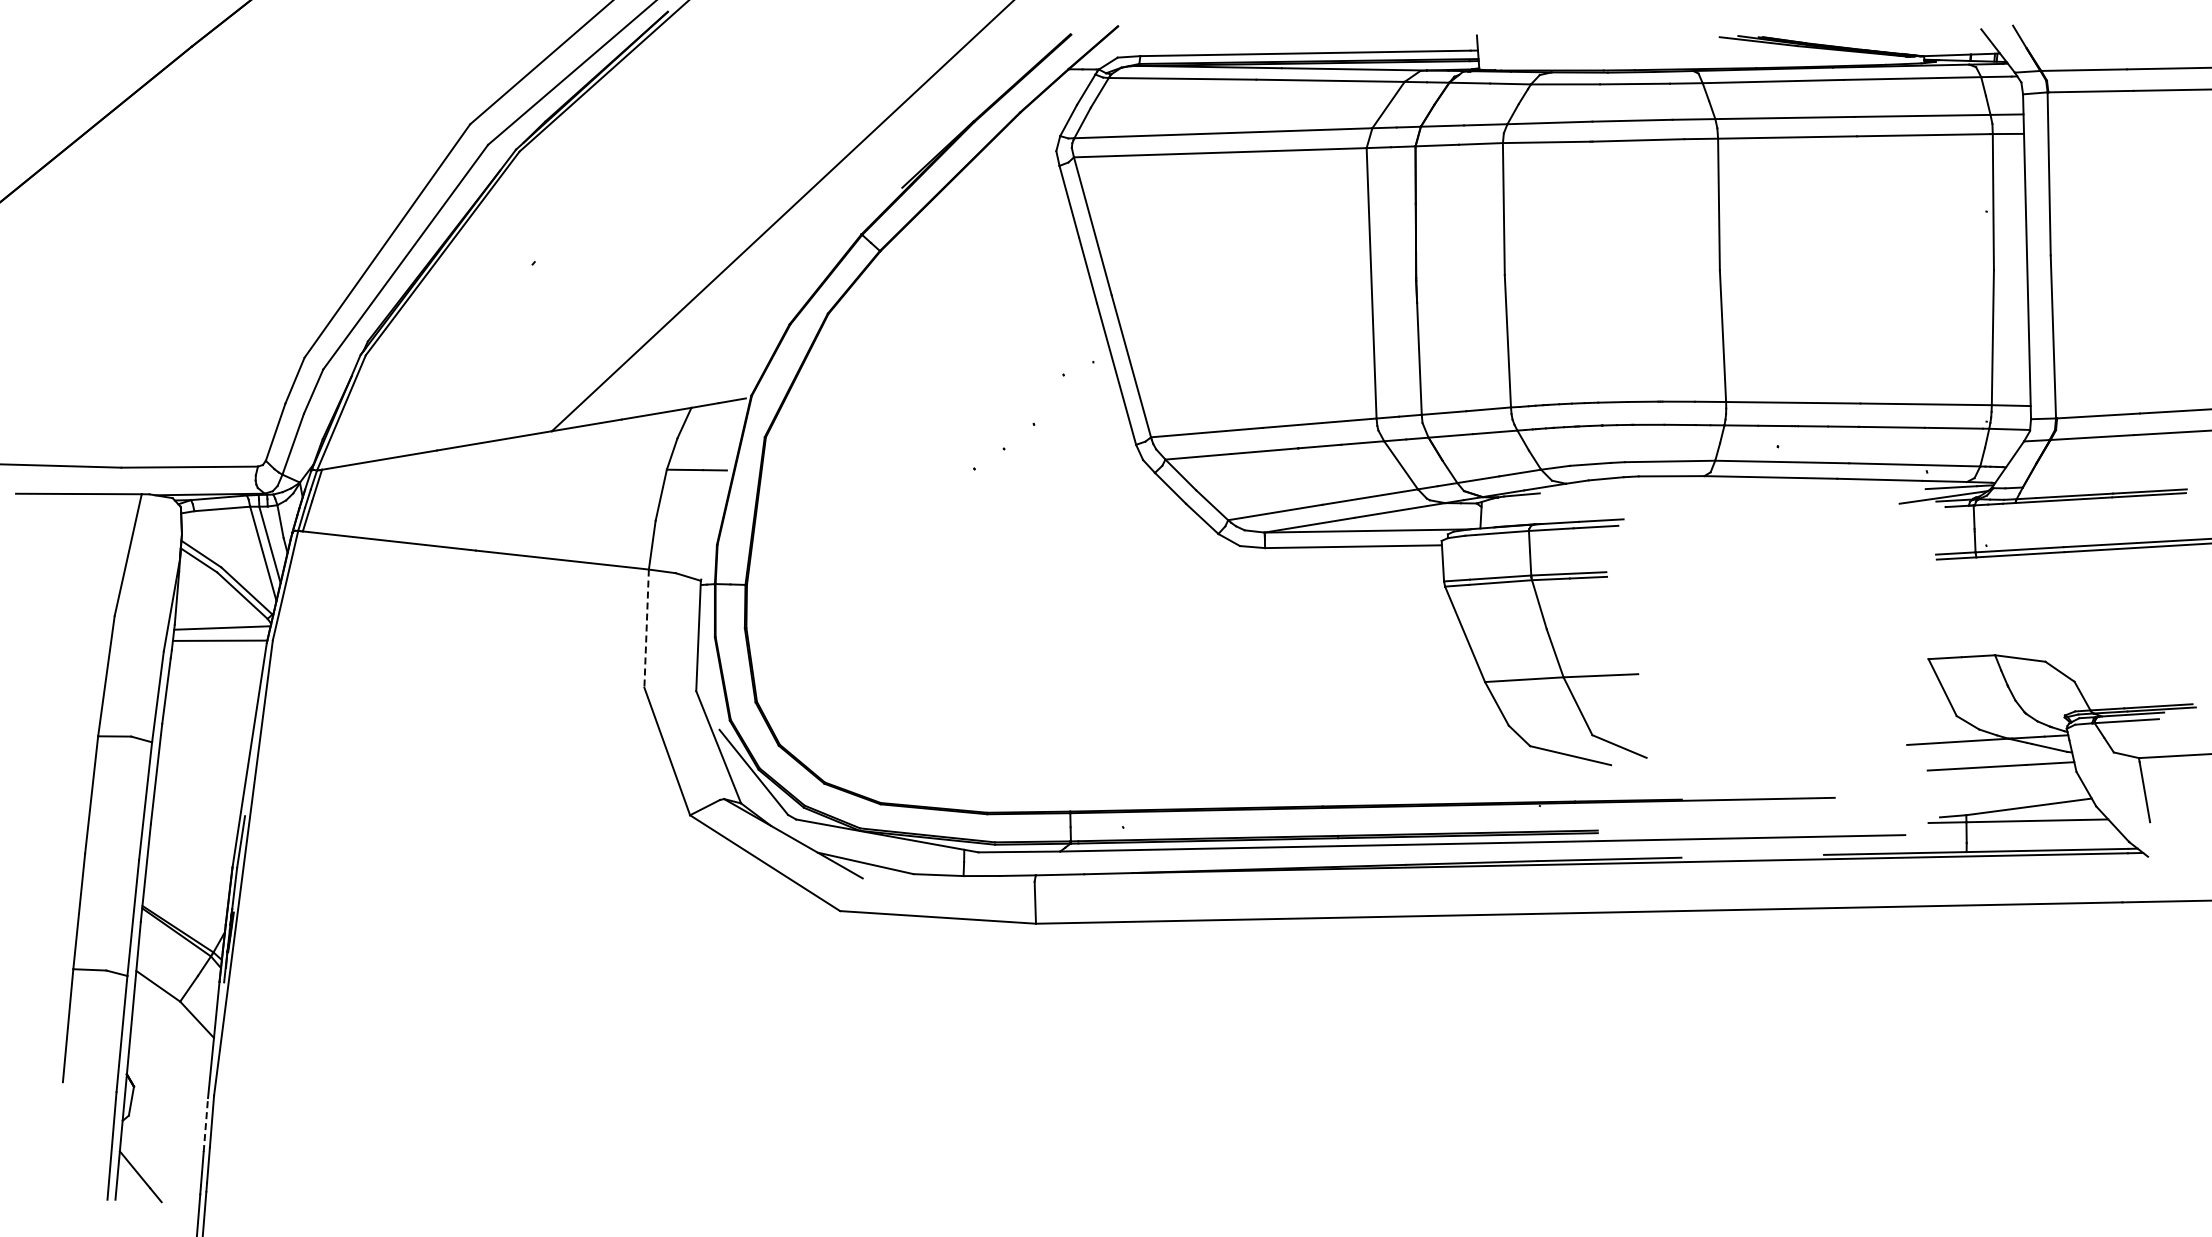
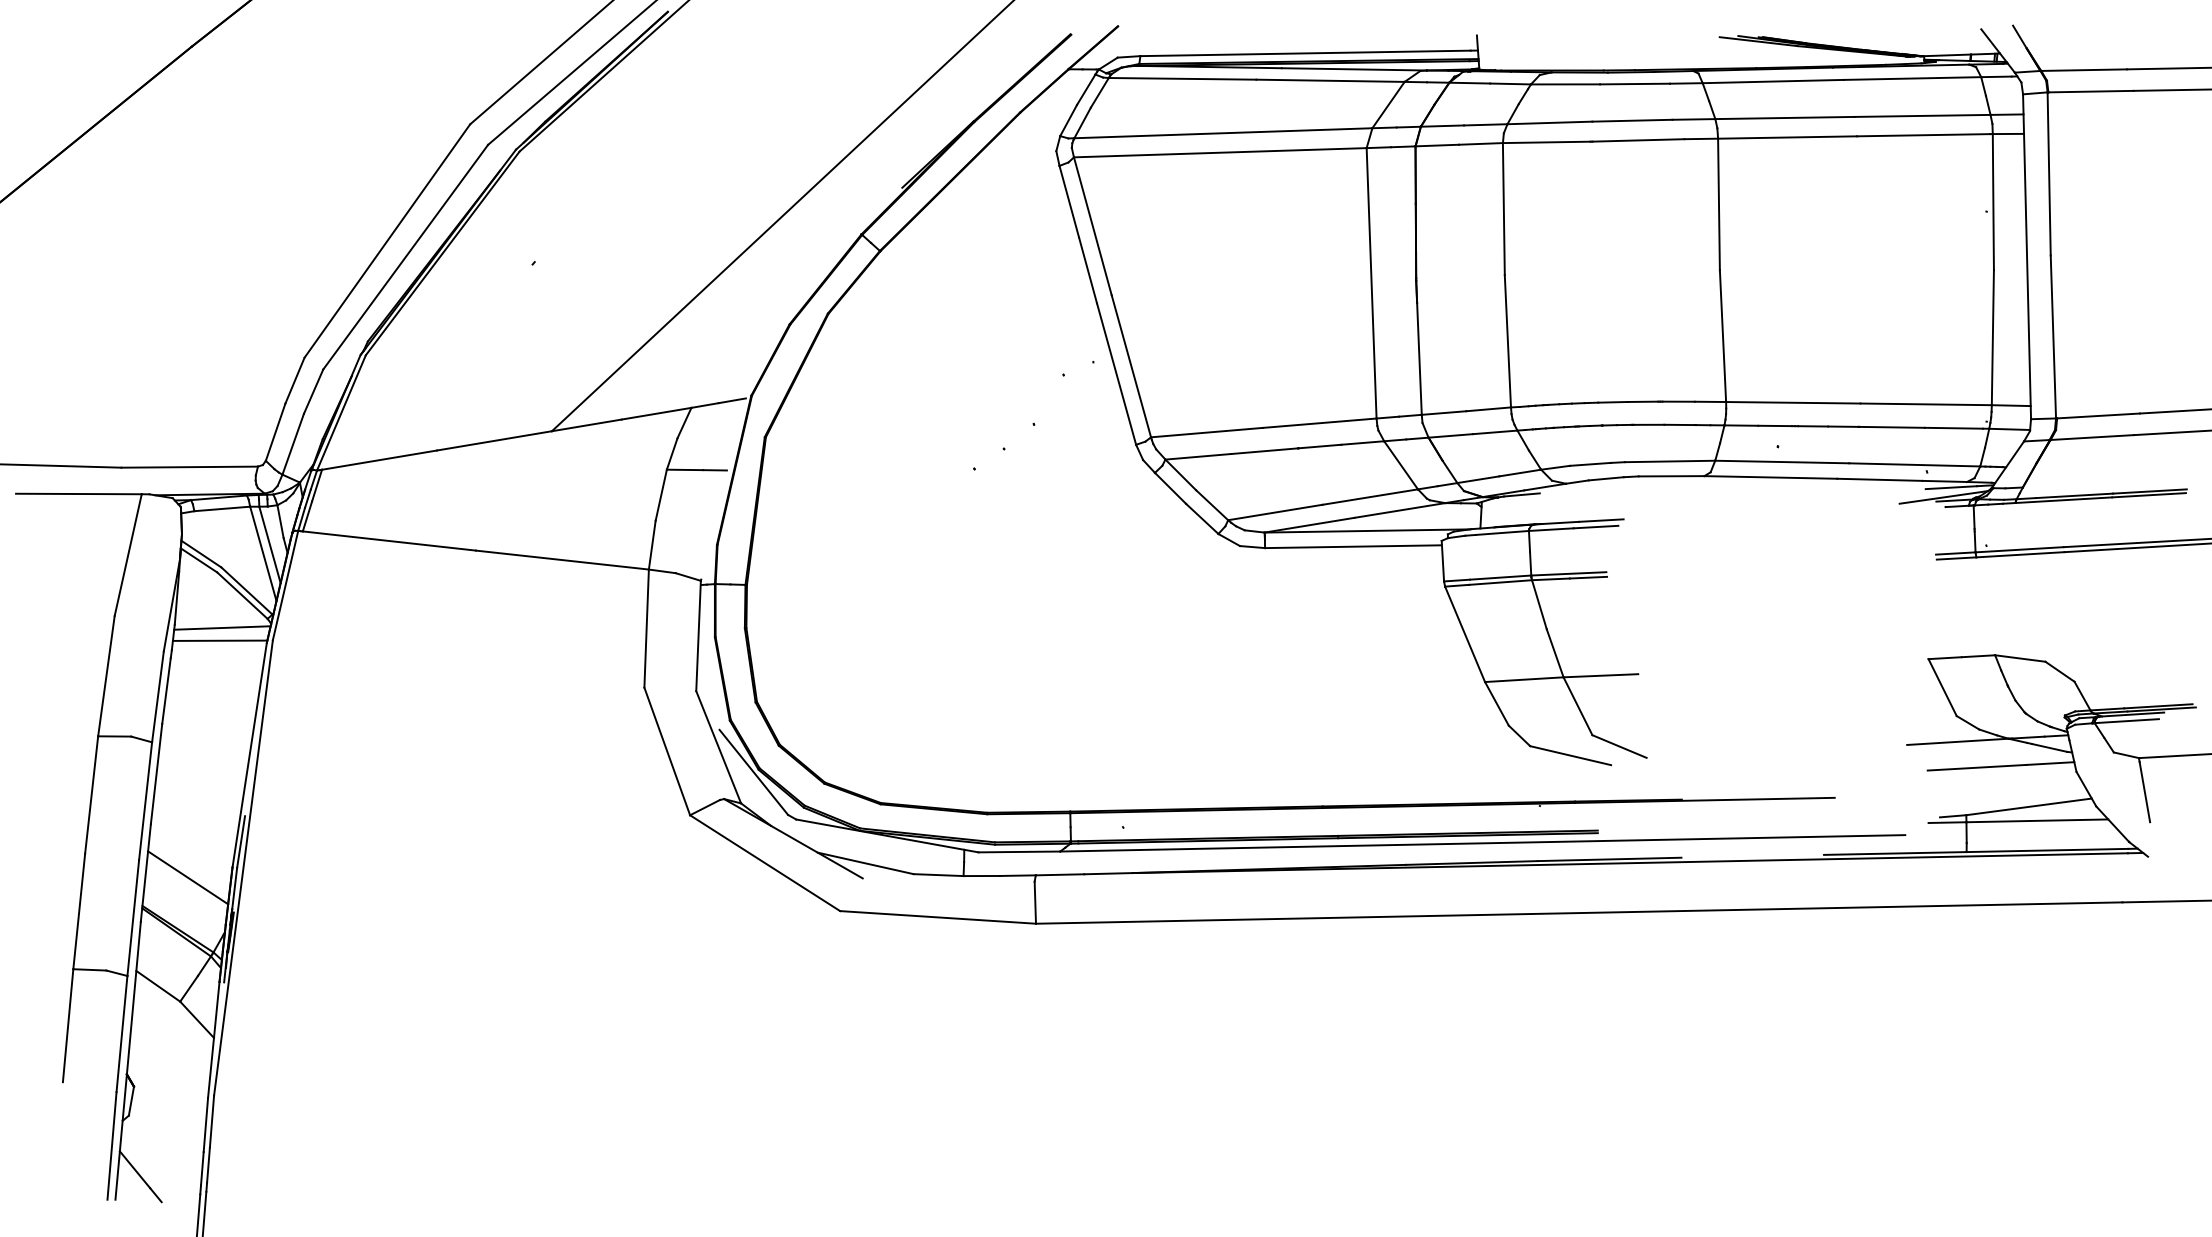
line at (646, 629): dashed -> solid
line at (188, 877): none -> present
line at (205, 1124): dashed -> solid
